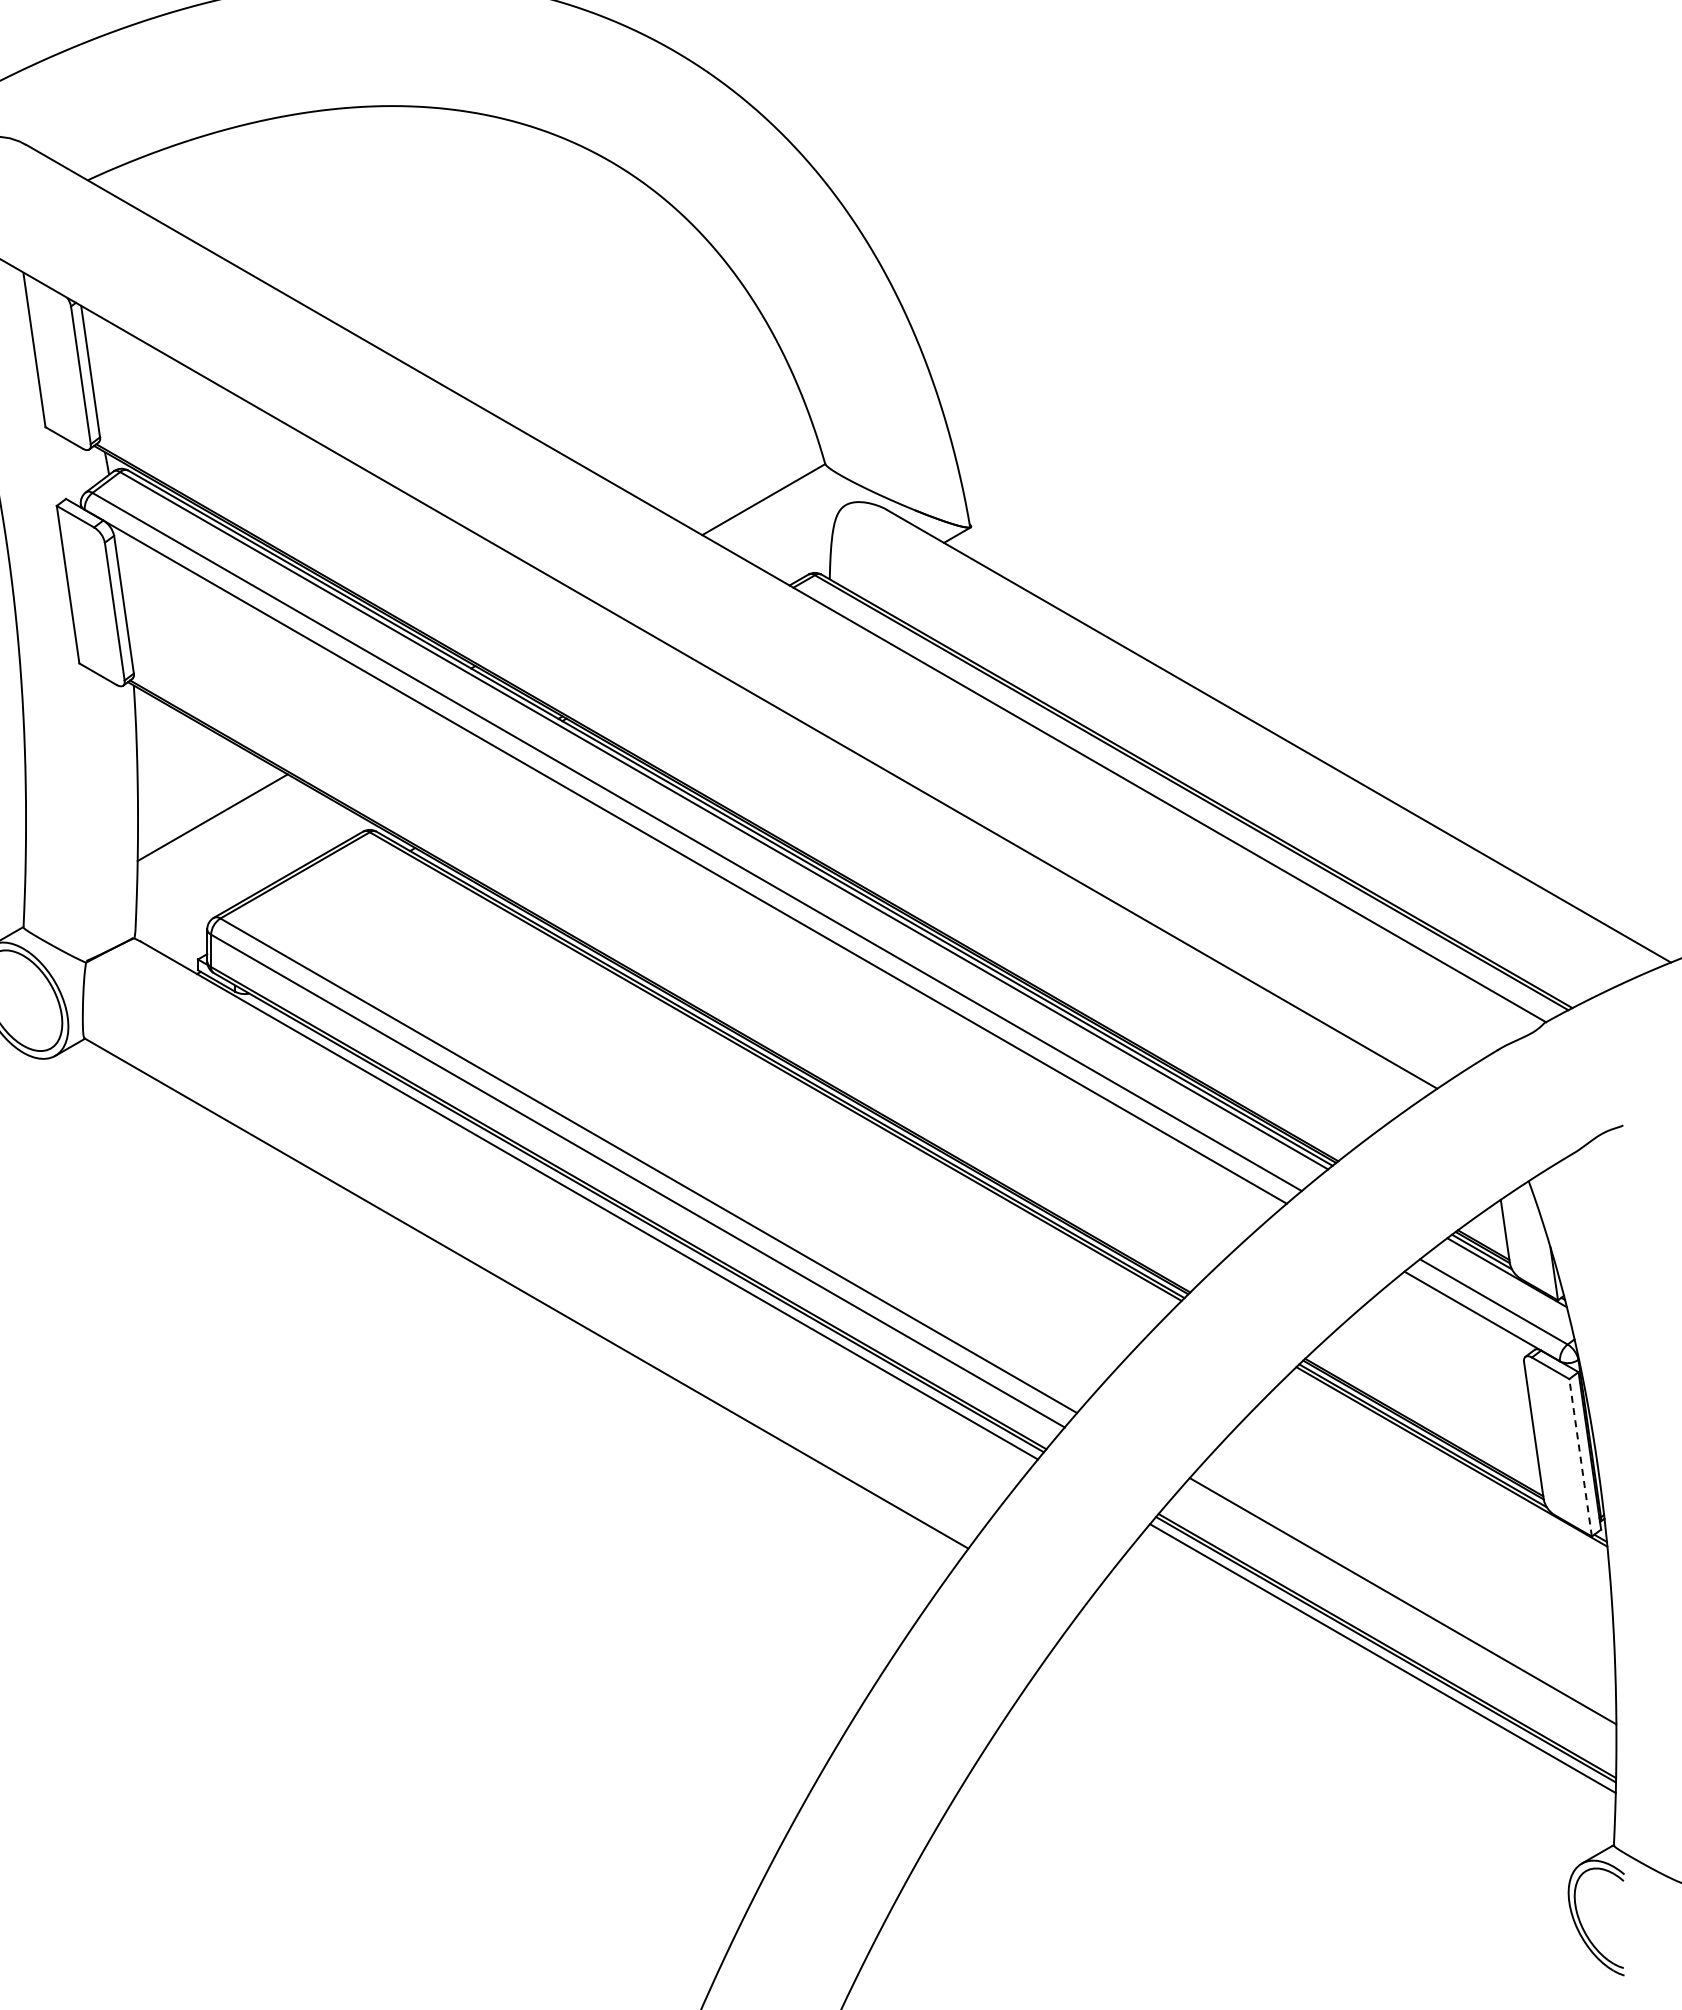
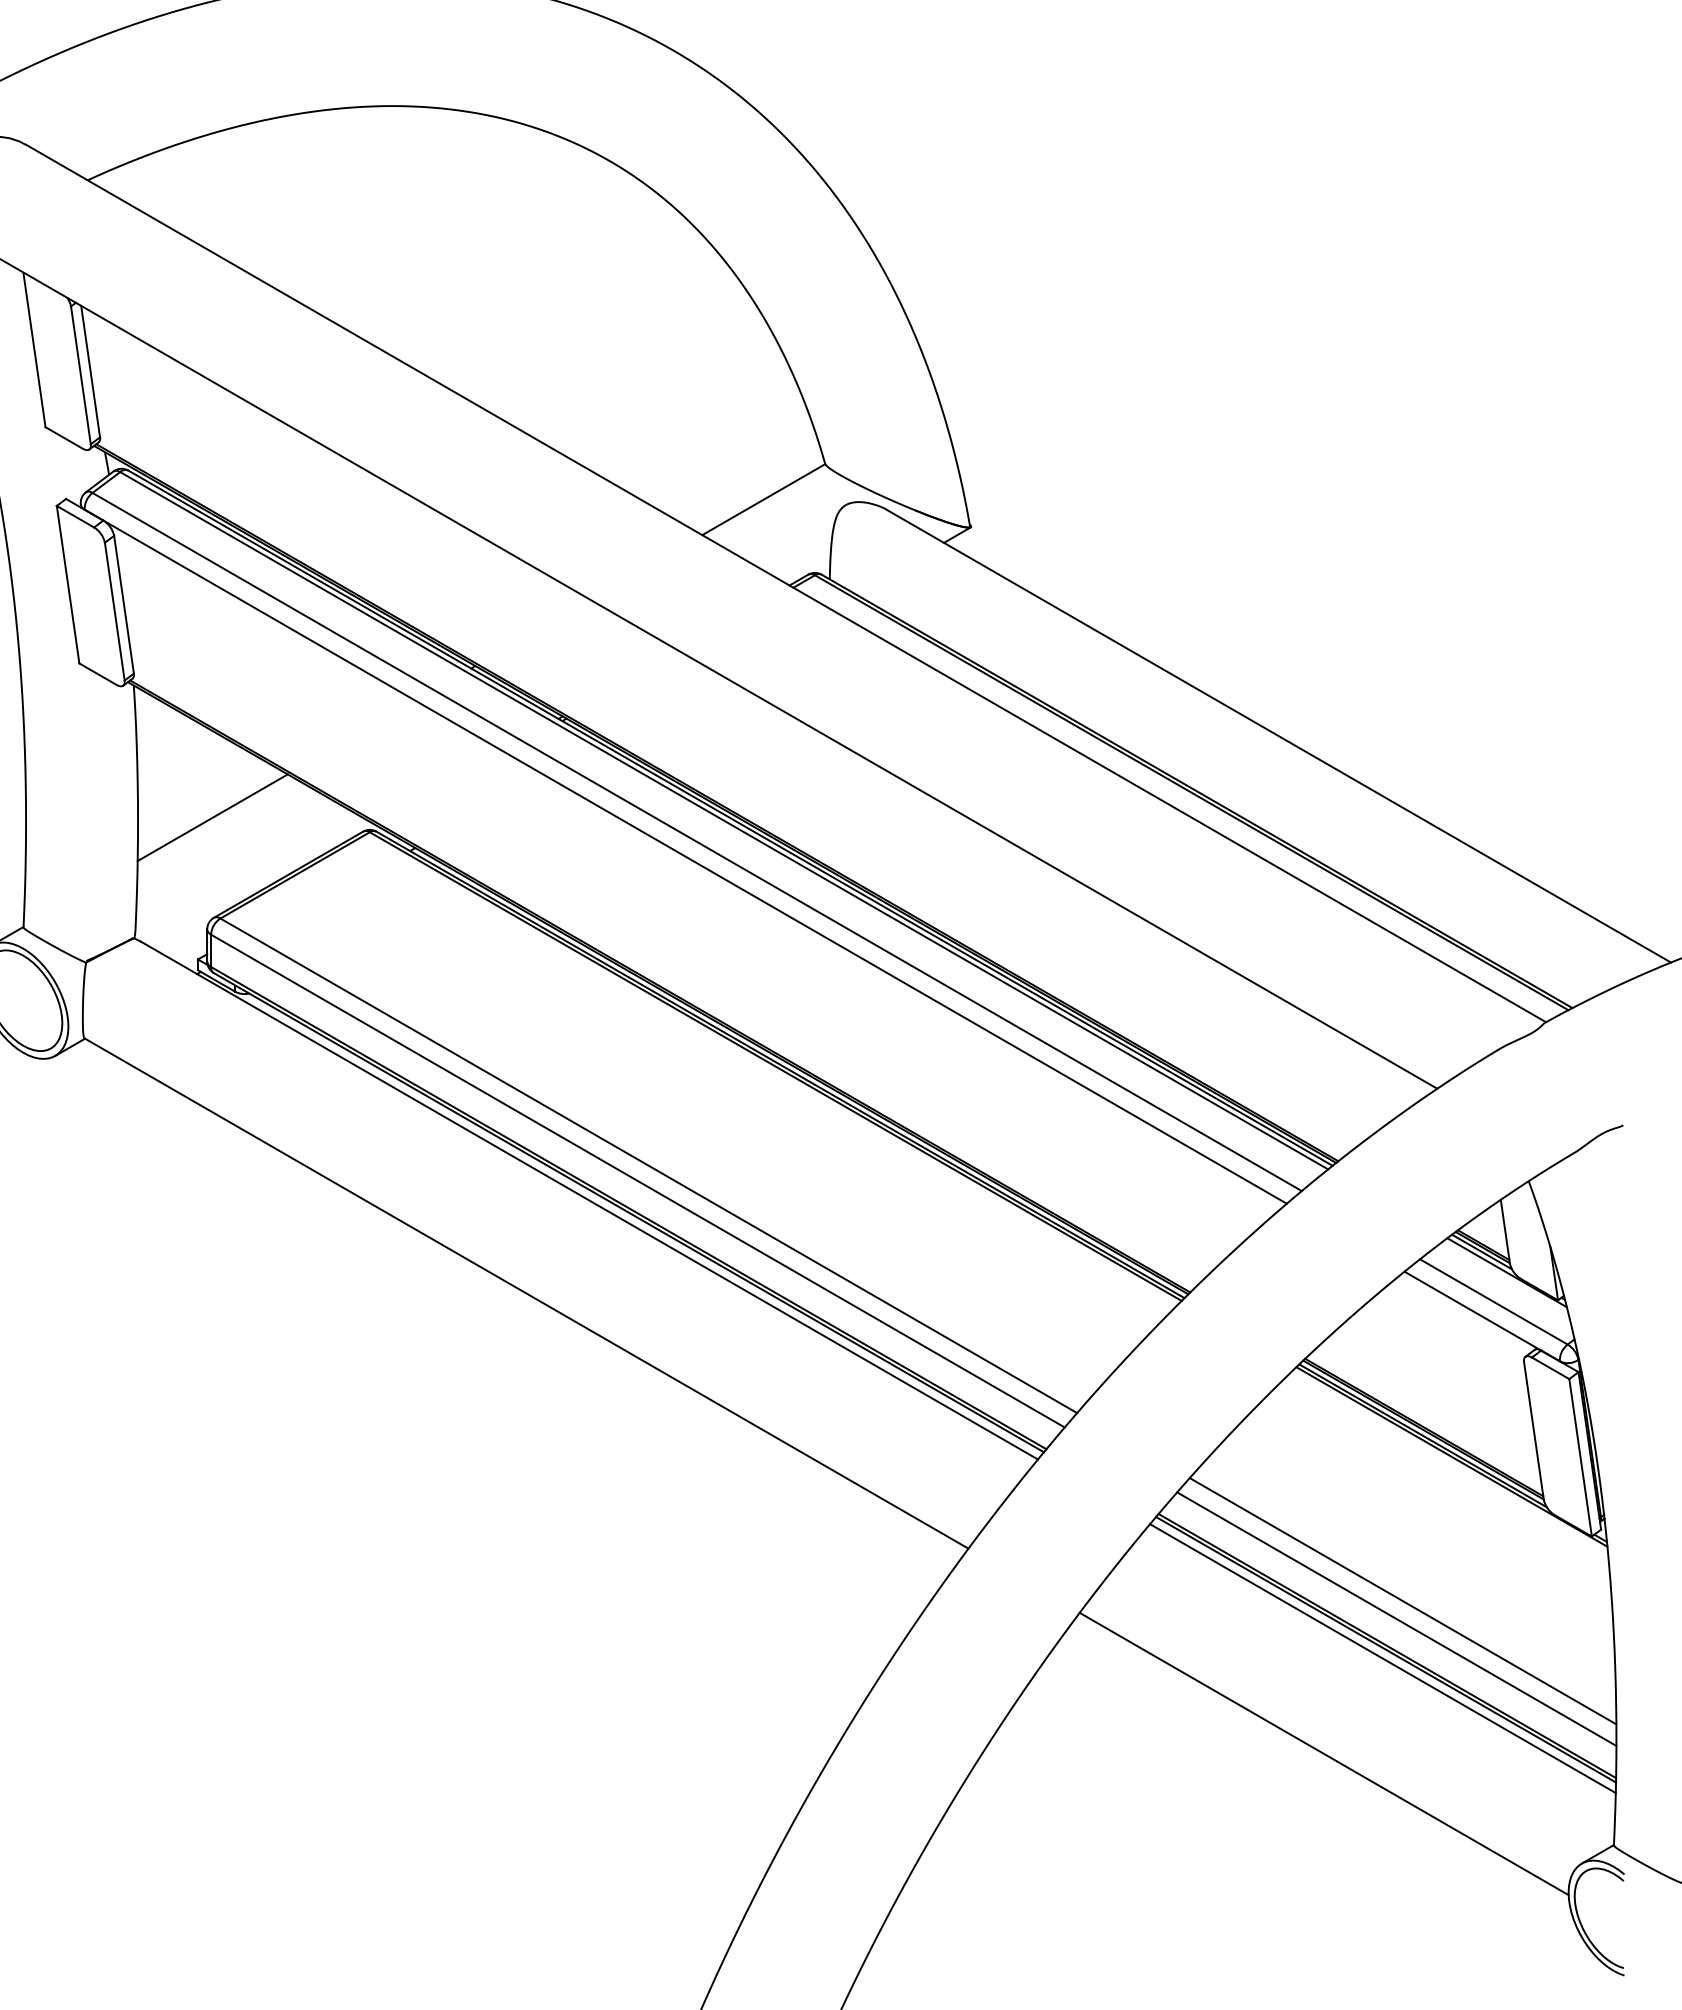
line at (1580, 1457): dashed -> solid
line at (1396, 1618): none -> present
line at (1323, 1753): none -> present
